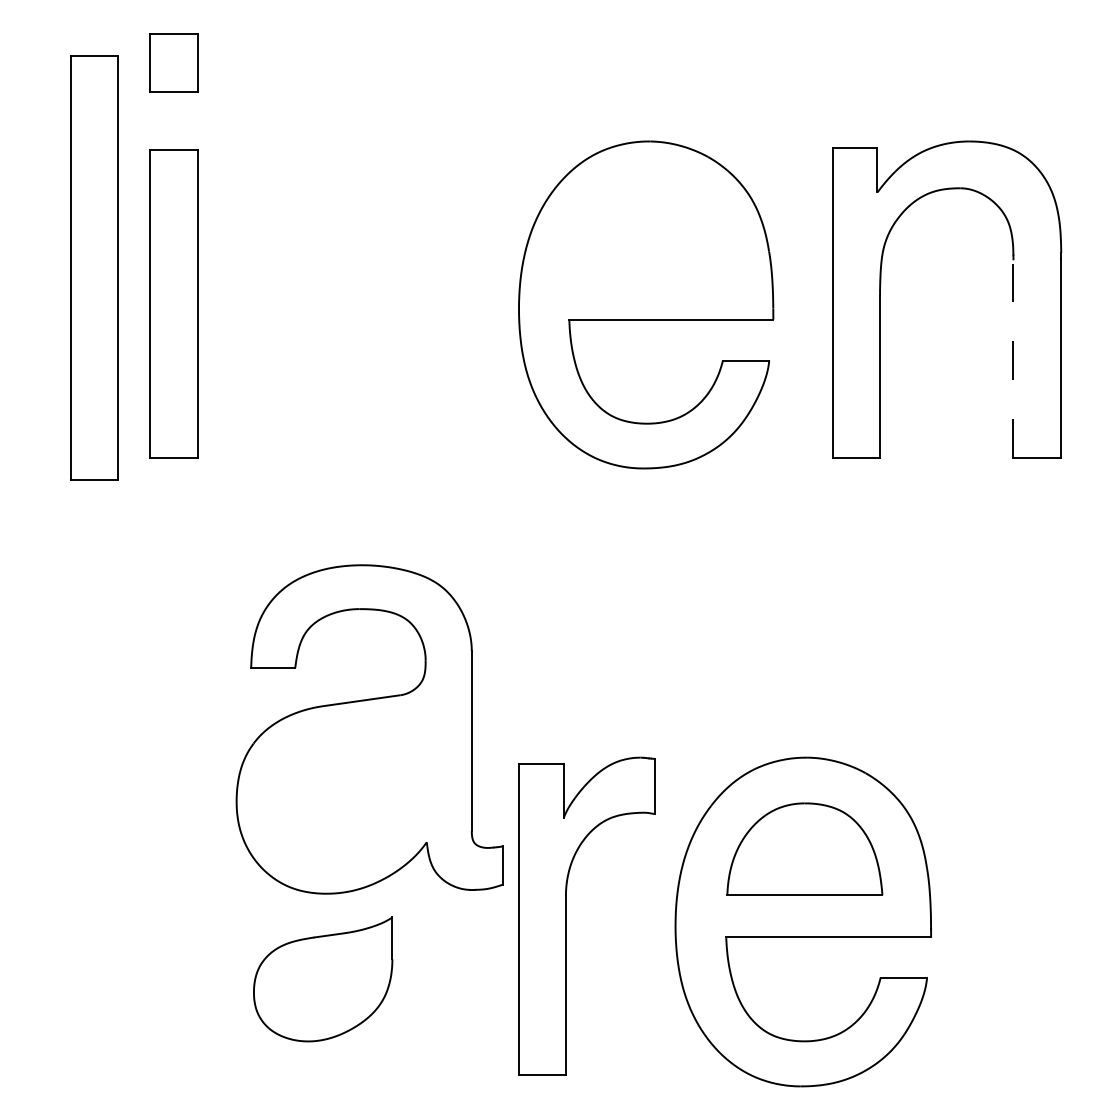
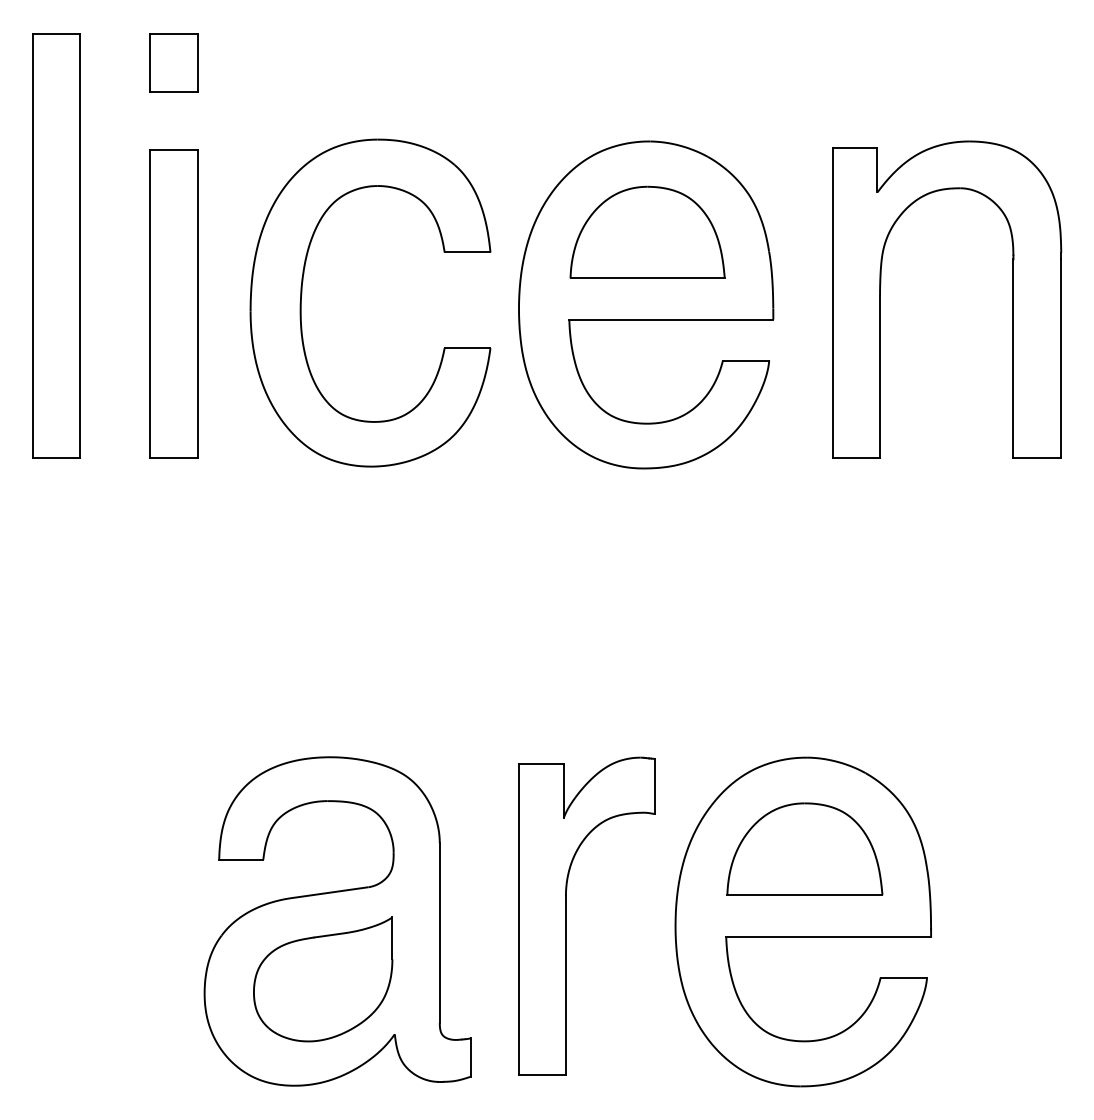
part at (647, 231): none -> present
part at (94, 267) position: (94, 267) -> (56, 245)
part at (302, 294): none -> present
line at (1013, 358): dashed -> solid
part at (369, 729) position: (369, 729) -> (337, 921)
